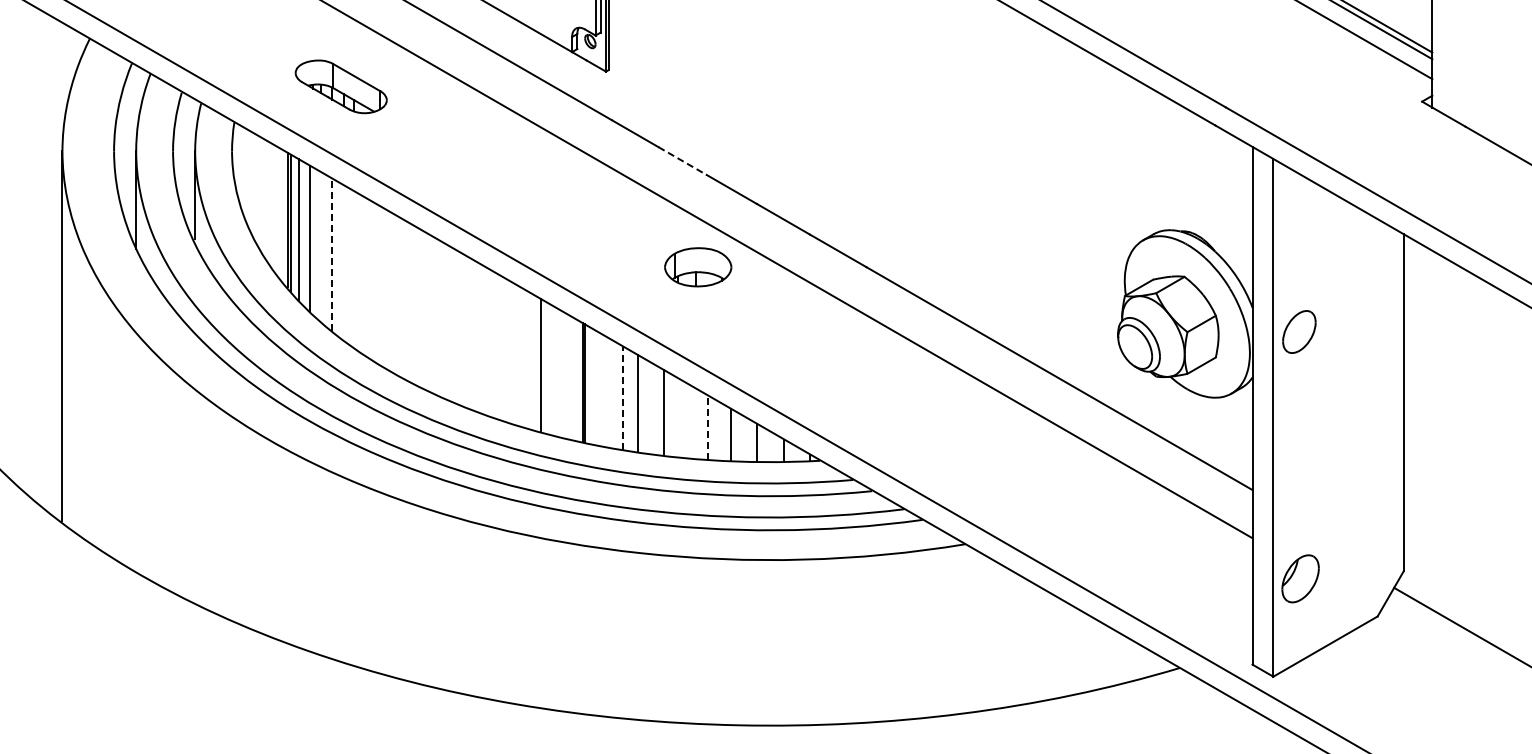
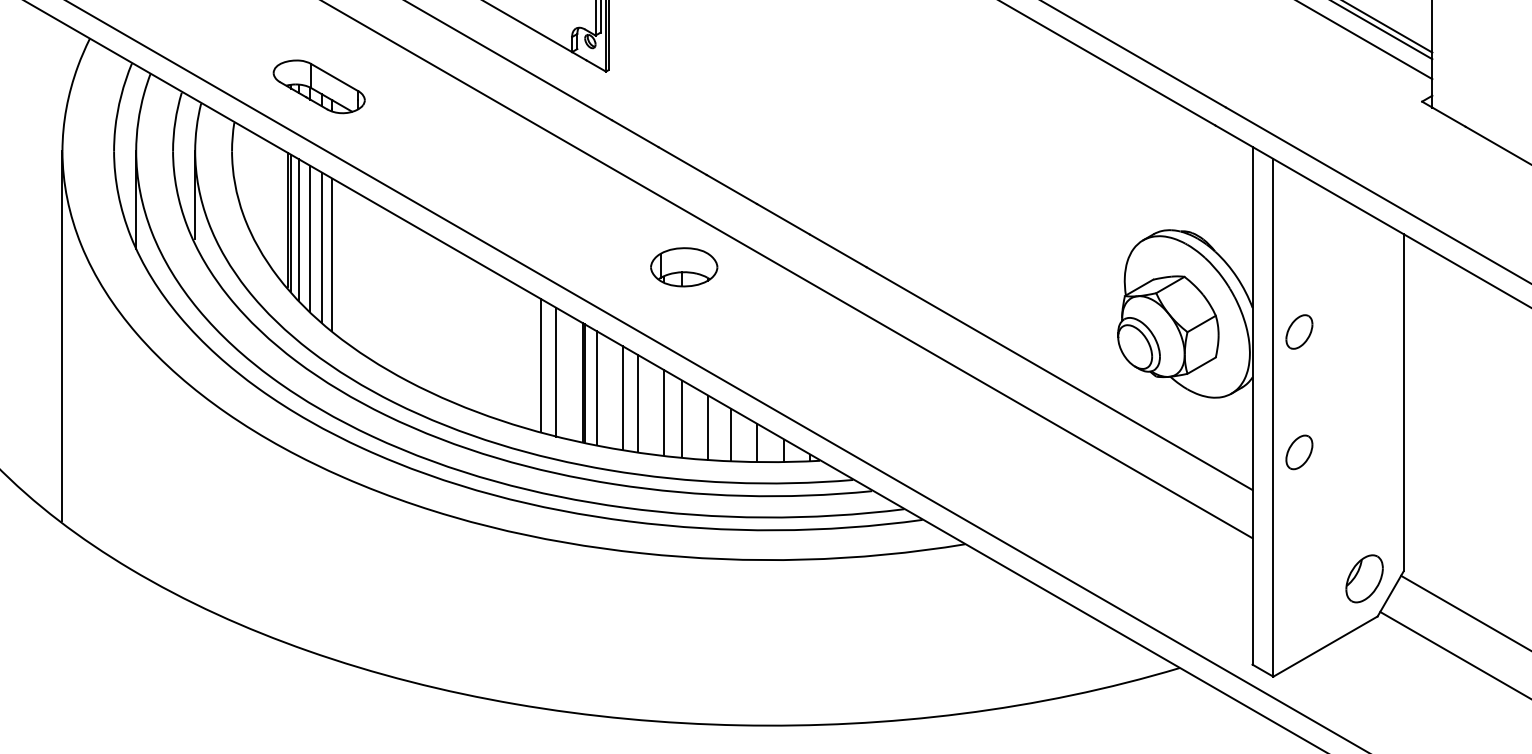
part at (340, 86) position: (340, 86) -> (318, 86)
line at (682, 161): dashed -> solid
line at (321, 247): none -> present
line at (332, 254): dashed -> solid
part at (698, 267) position: (698, 267) -> (684, 267)
part at (1299, 331) size: 35x44 px -> 29x36 px
line at (556, 371): none -> present
line at (597, 387): none -> present
line at (623, 398): dashed -> solid
line at (682, 418): none -> present
line at (708, 427): dashed -> solid
part at (1299, 452): none -> present
part at (1300, 578) position: (1300, 578) -> (1364, 578)
line at (1461, 626) position: (1461, 626) -> (1464, 612)
line at (1454, 654): none -> present
